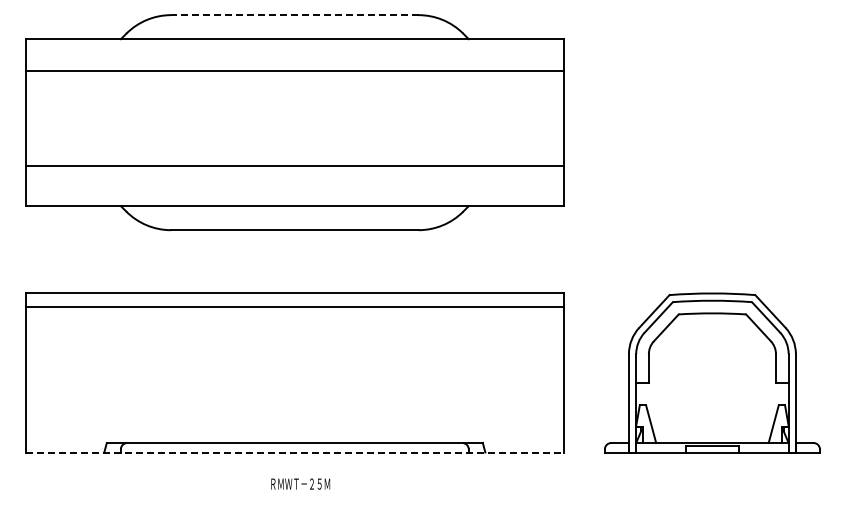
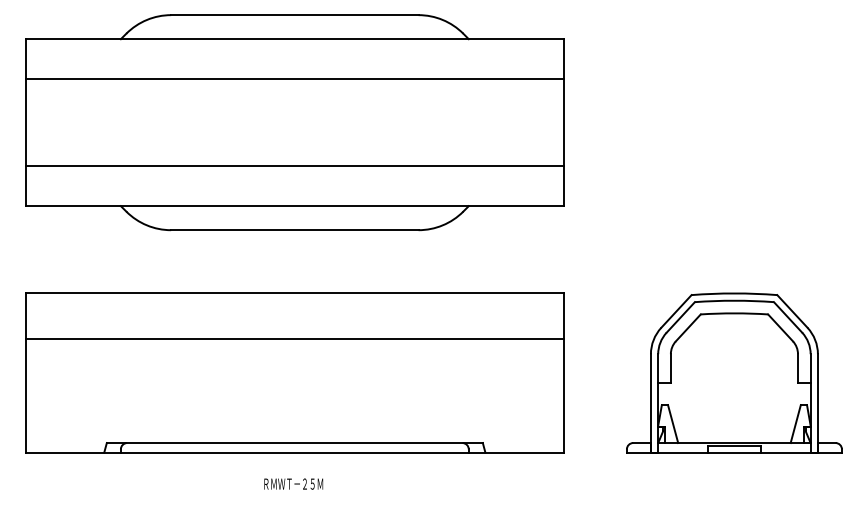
line at (294, 15): dashed -> solid
line at (294, 70) position: (294, 70) -> (294, 78)
line at (294, 306) position: (294, 306) -> (294, 338)
part at (712, 372) position: (712, 372) -> (734, 372)
line at (294, 452): dashed -> solid
text at (300, 483) position: (300, 483) -> (293, 483)
